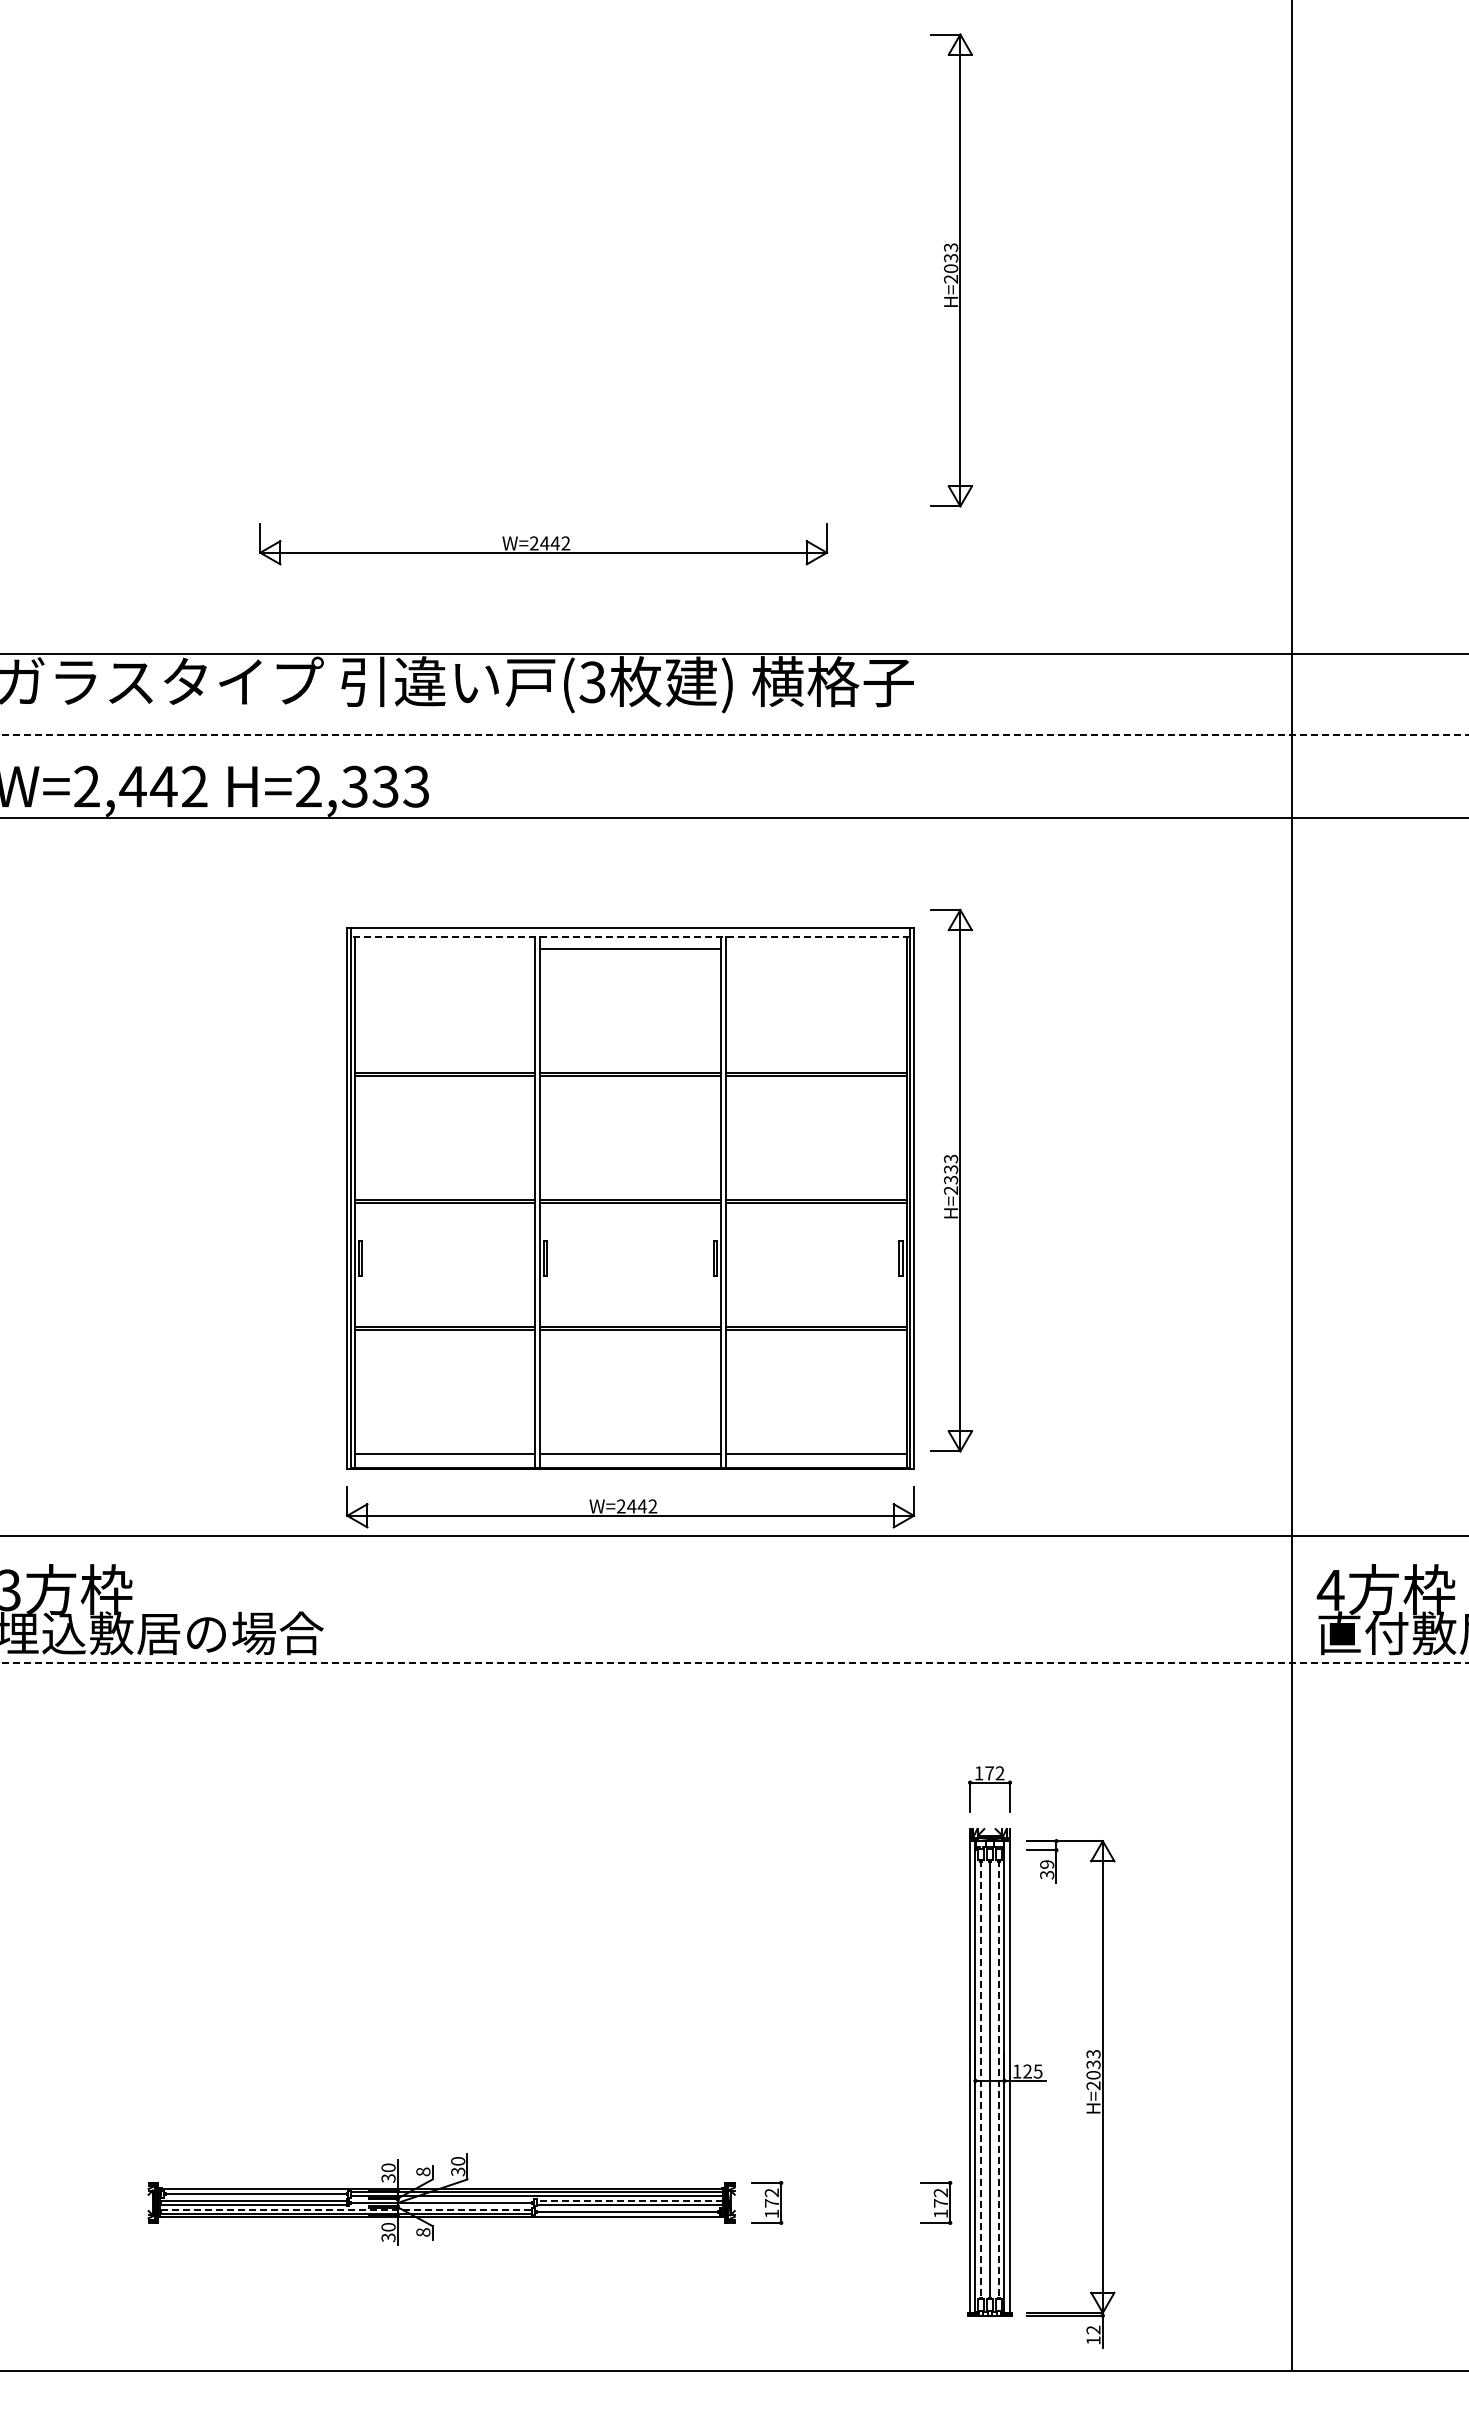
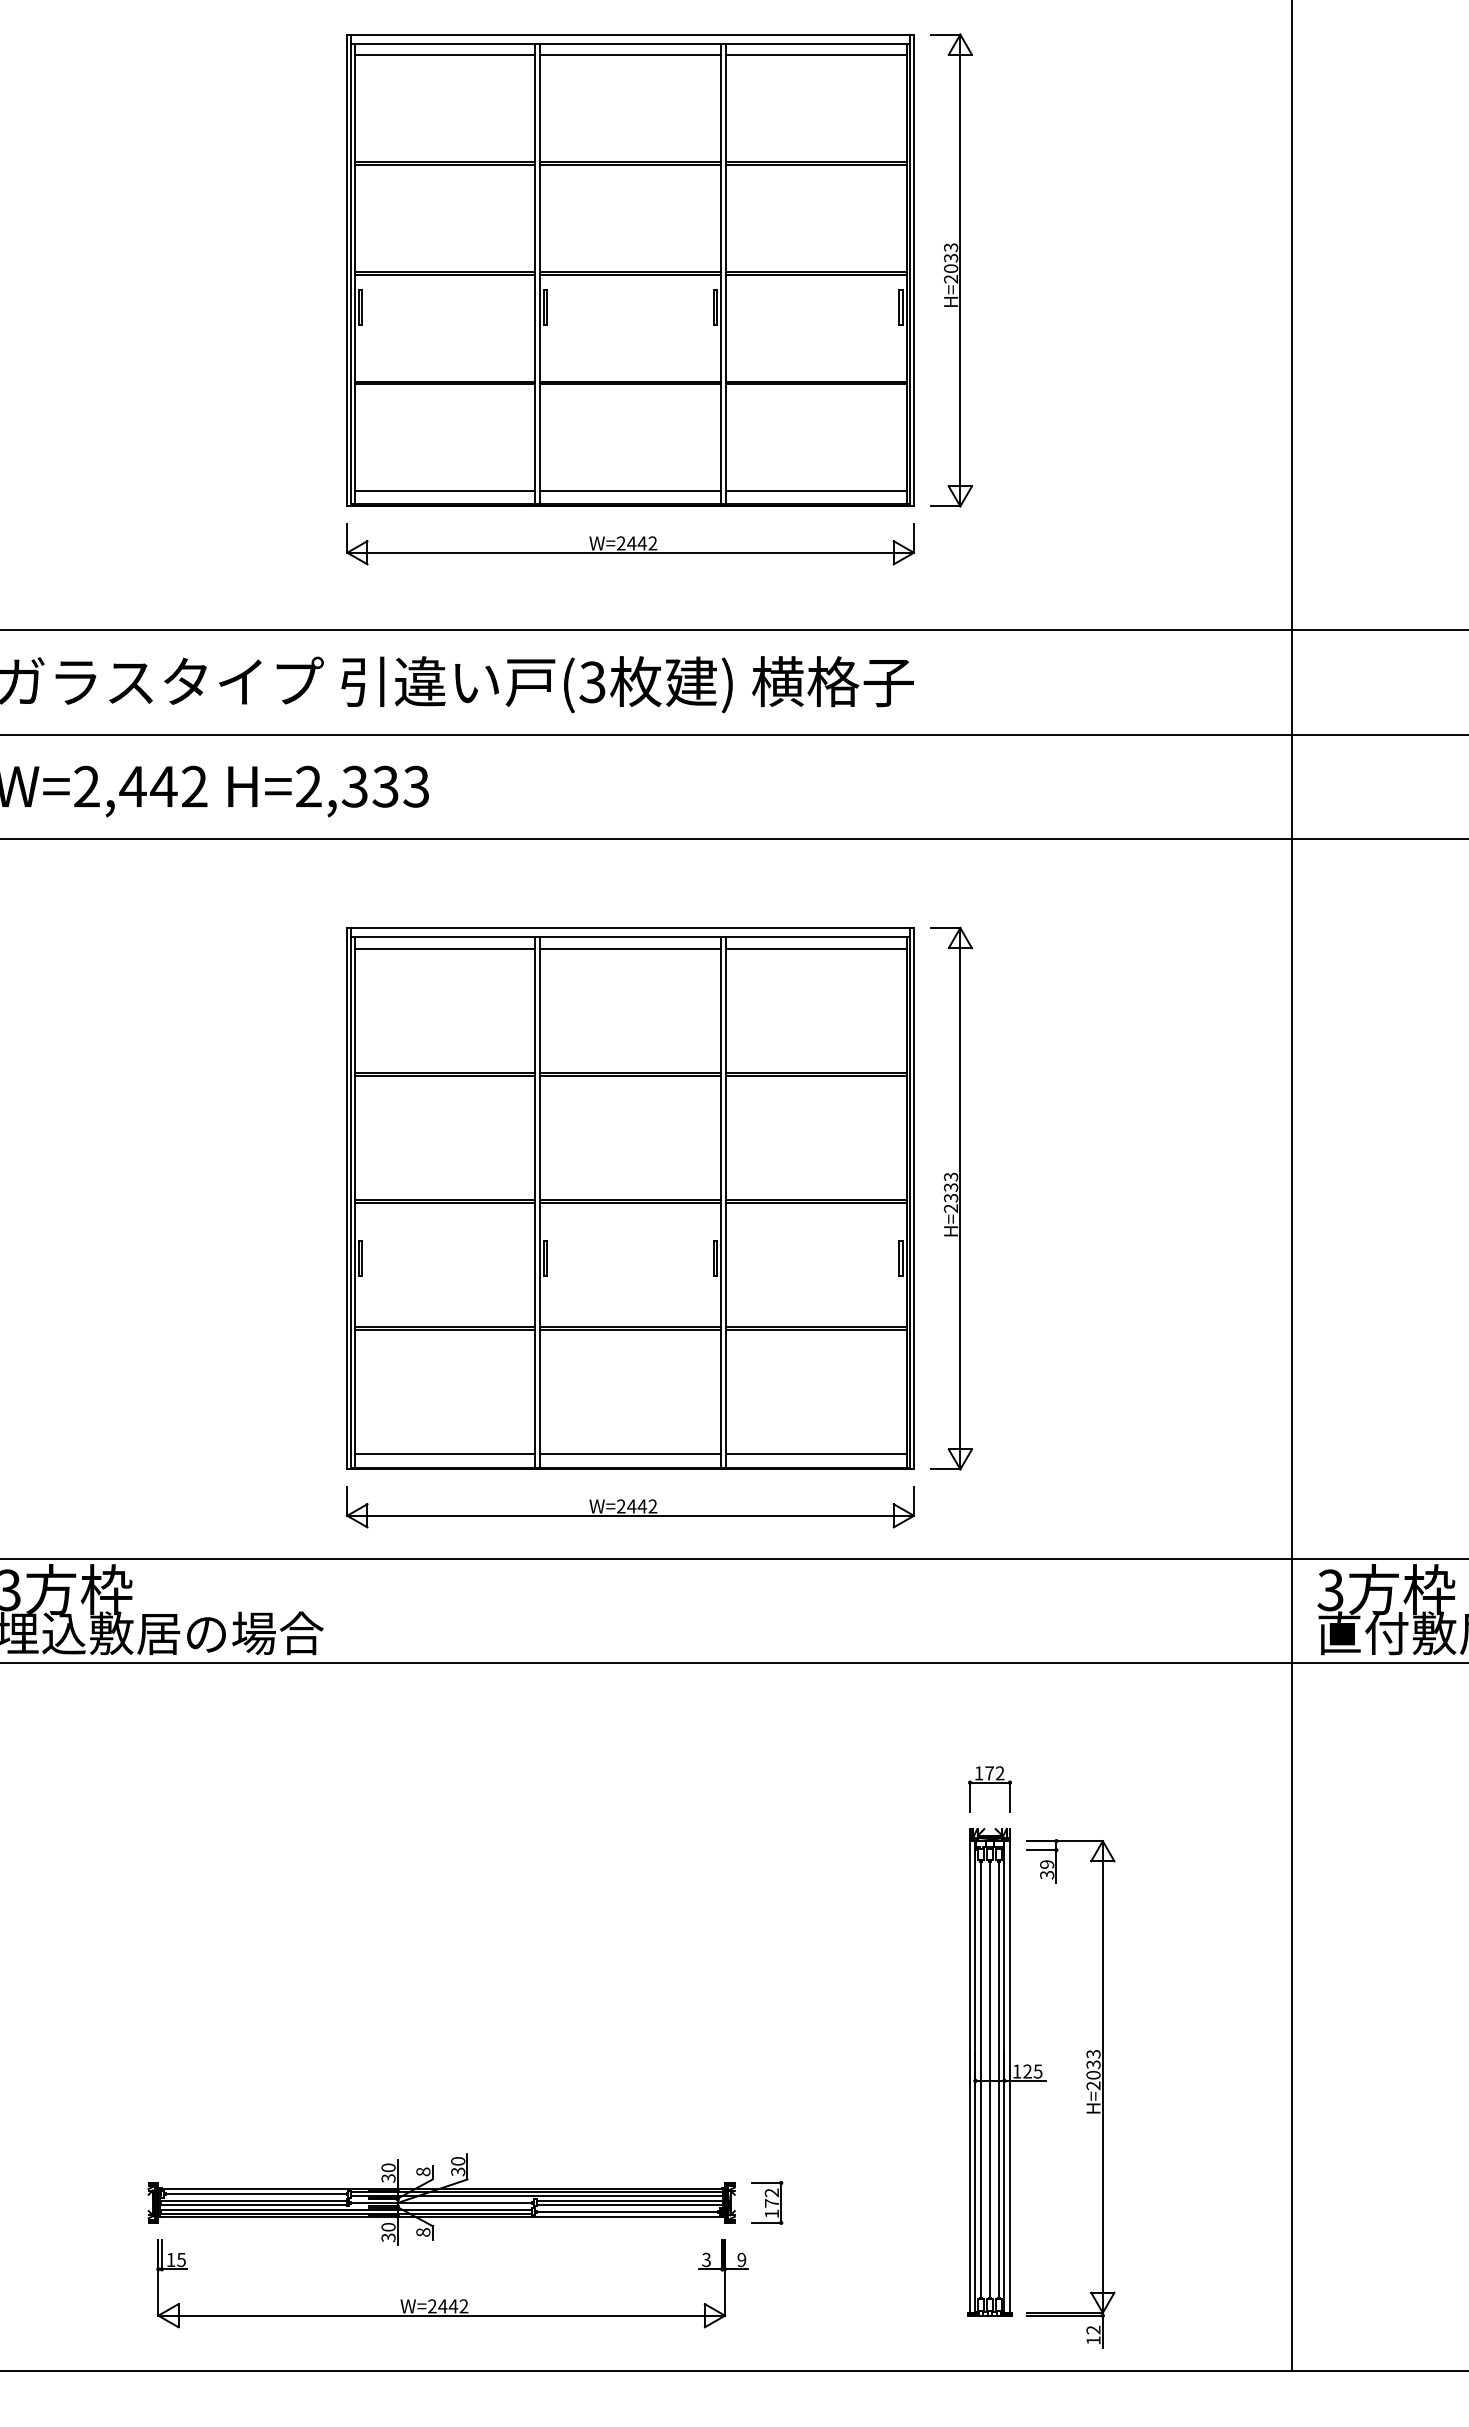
part at (630, 270): none -> present
part at (543, 544) position: (543, 544) -> (630, 544)
line at (733, 654) position: (733, 654) -> (733, 630)
line at (734, 734): dashed -> solid
line at (733, 818) position: (733, 818) -> (733, 839)
line at (630, 937): dashed -> solid
line at (444, 948): none -> present
line at (815, 948): none -> present
part at (951, 1180) position: (951, 1180) -> (951, 1198)
line at (733, 1535) position: (733, 1535) -> (733, 1558)
text at (1330, 1590): 4 -> 3
line at (734, 1662): dashed -> solid
line at (981, 2080): dashed -> solid
line at (998, 2080): dashed -> solid
line at (629, 2200): dashed -> solid
part at (936, 2202): present -> none
line at (346, 2209): dashed -> solid
part at (454, 2299): none -> present
